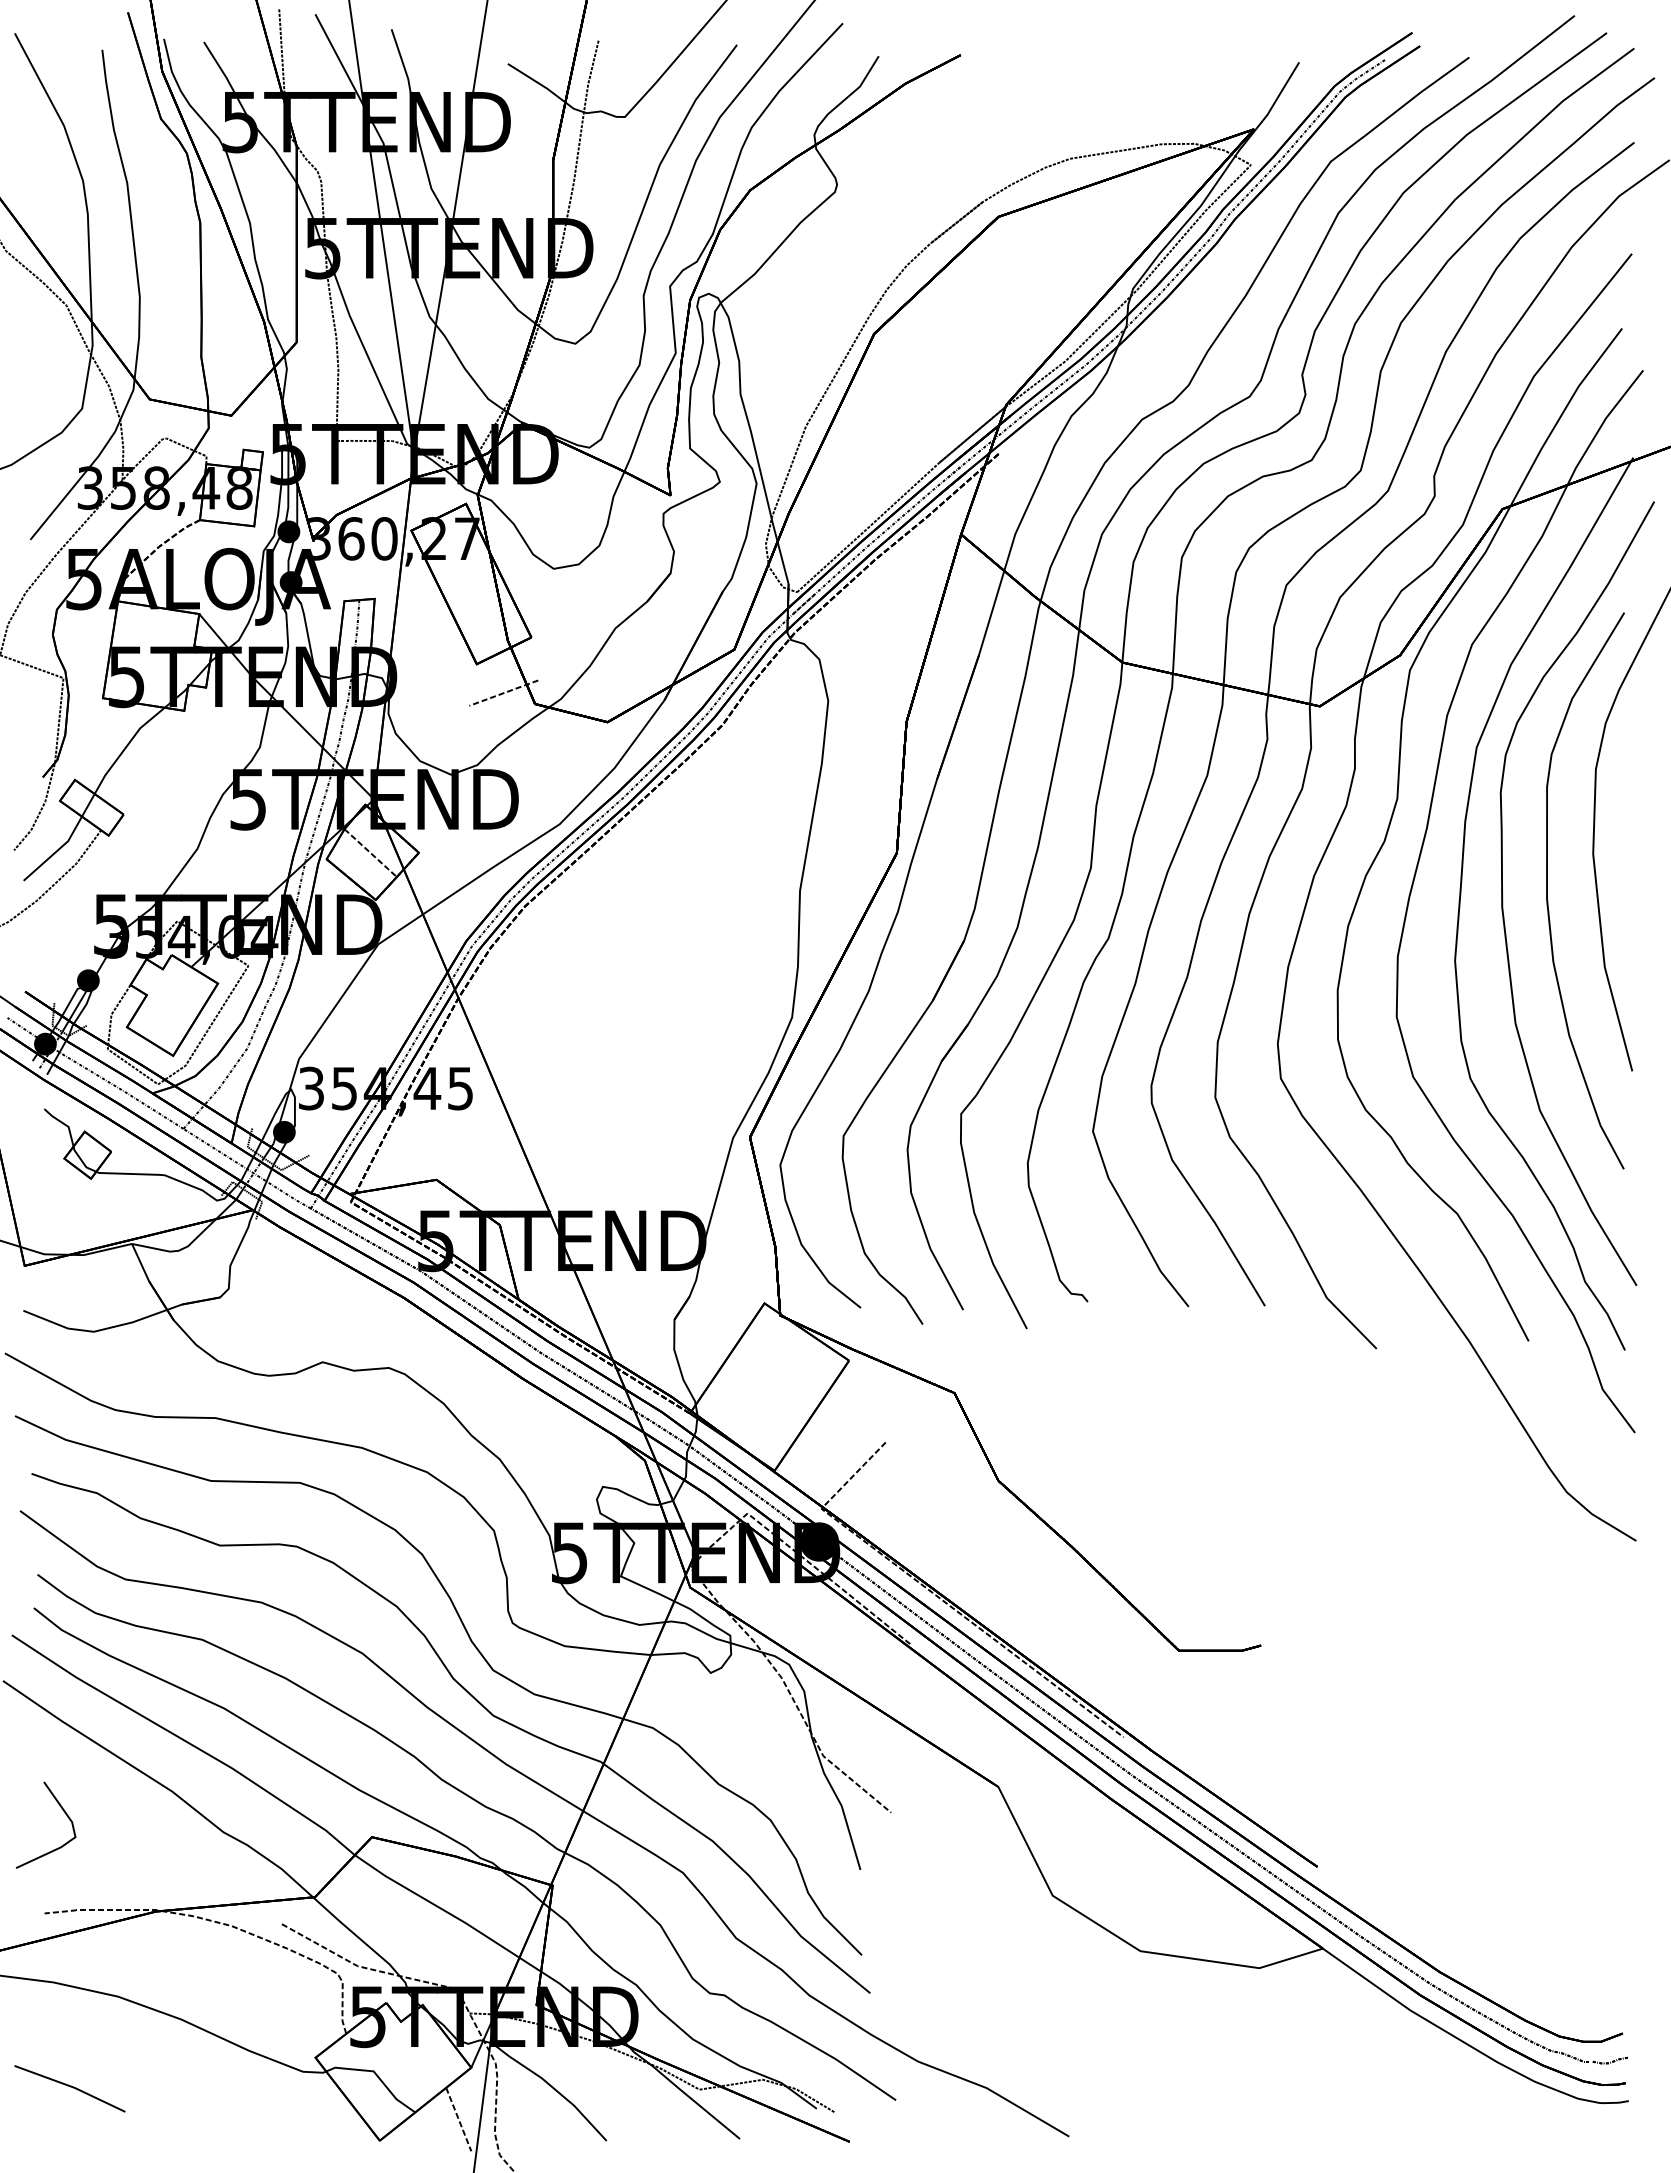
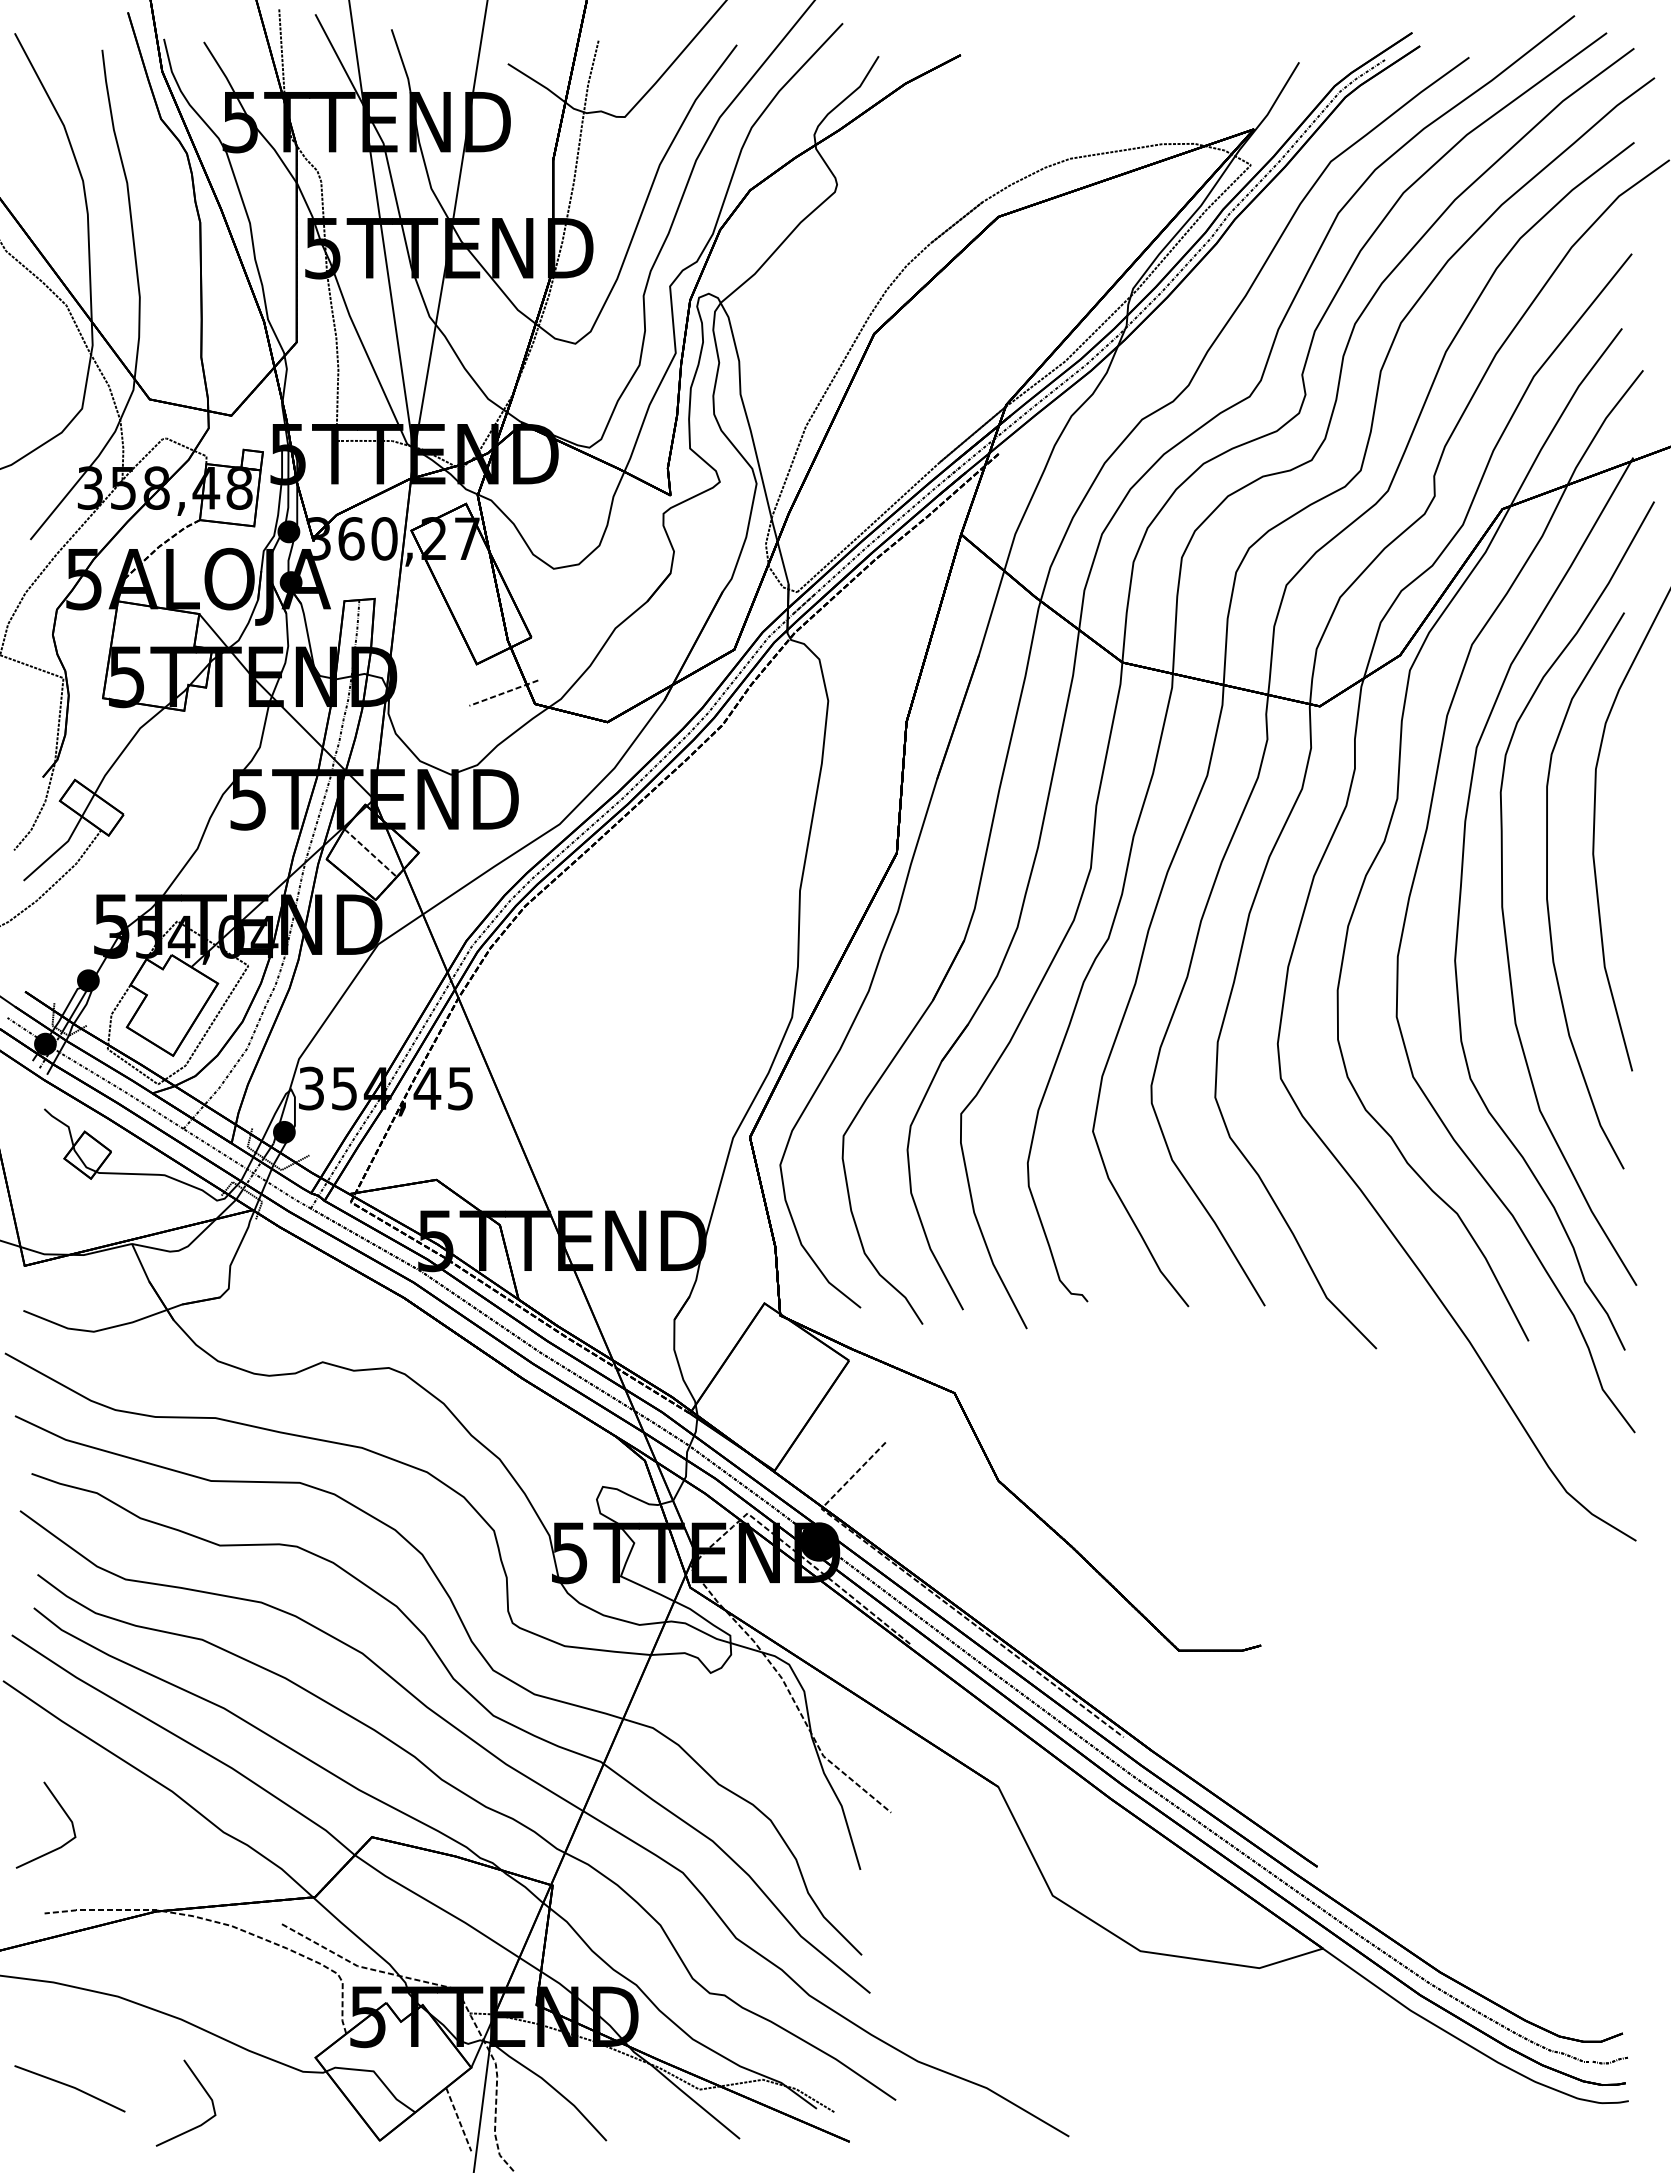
line at (204, 2091): none -> present
